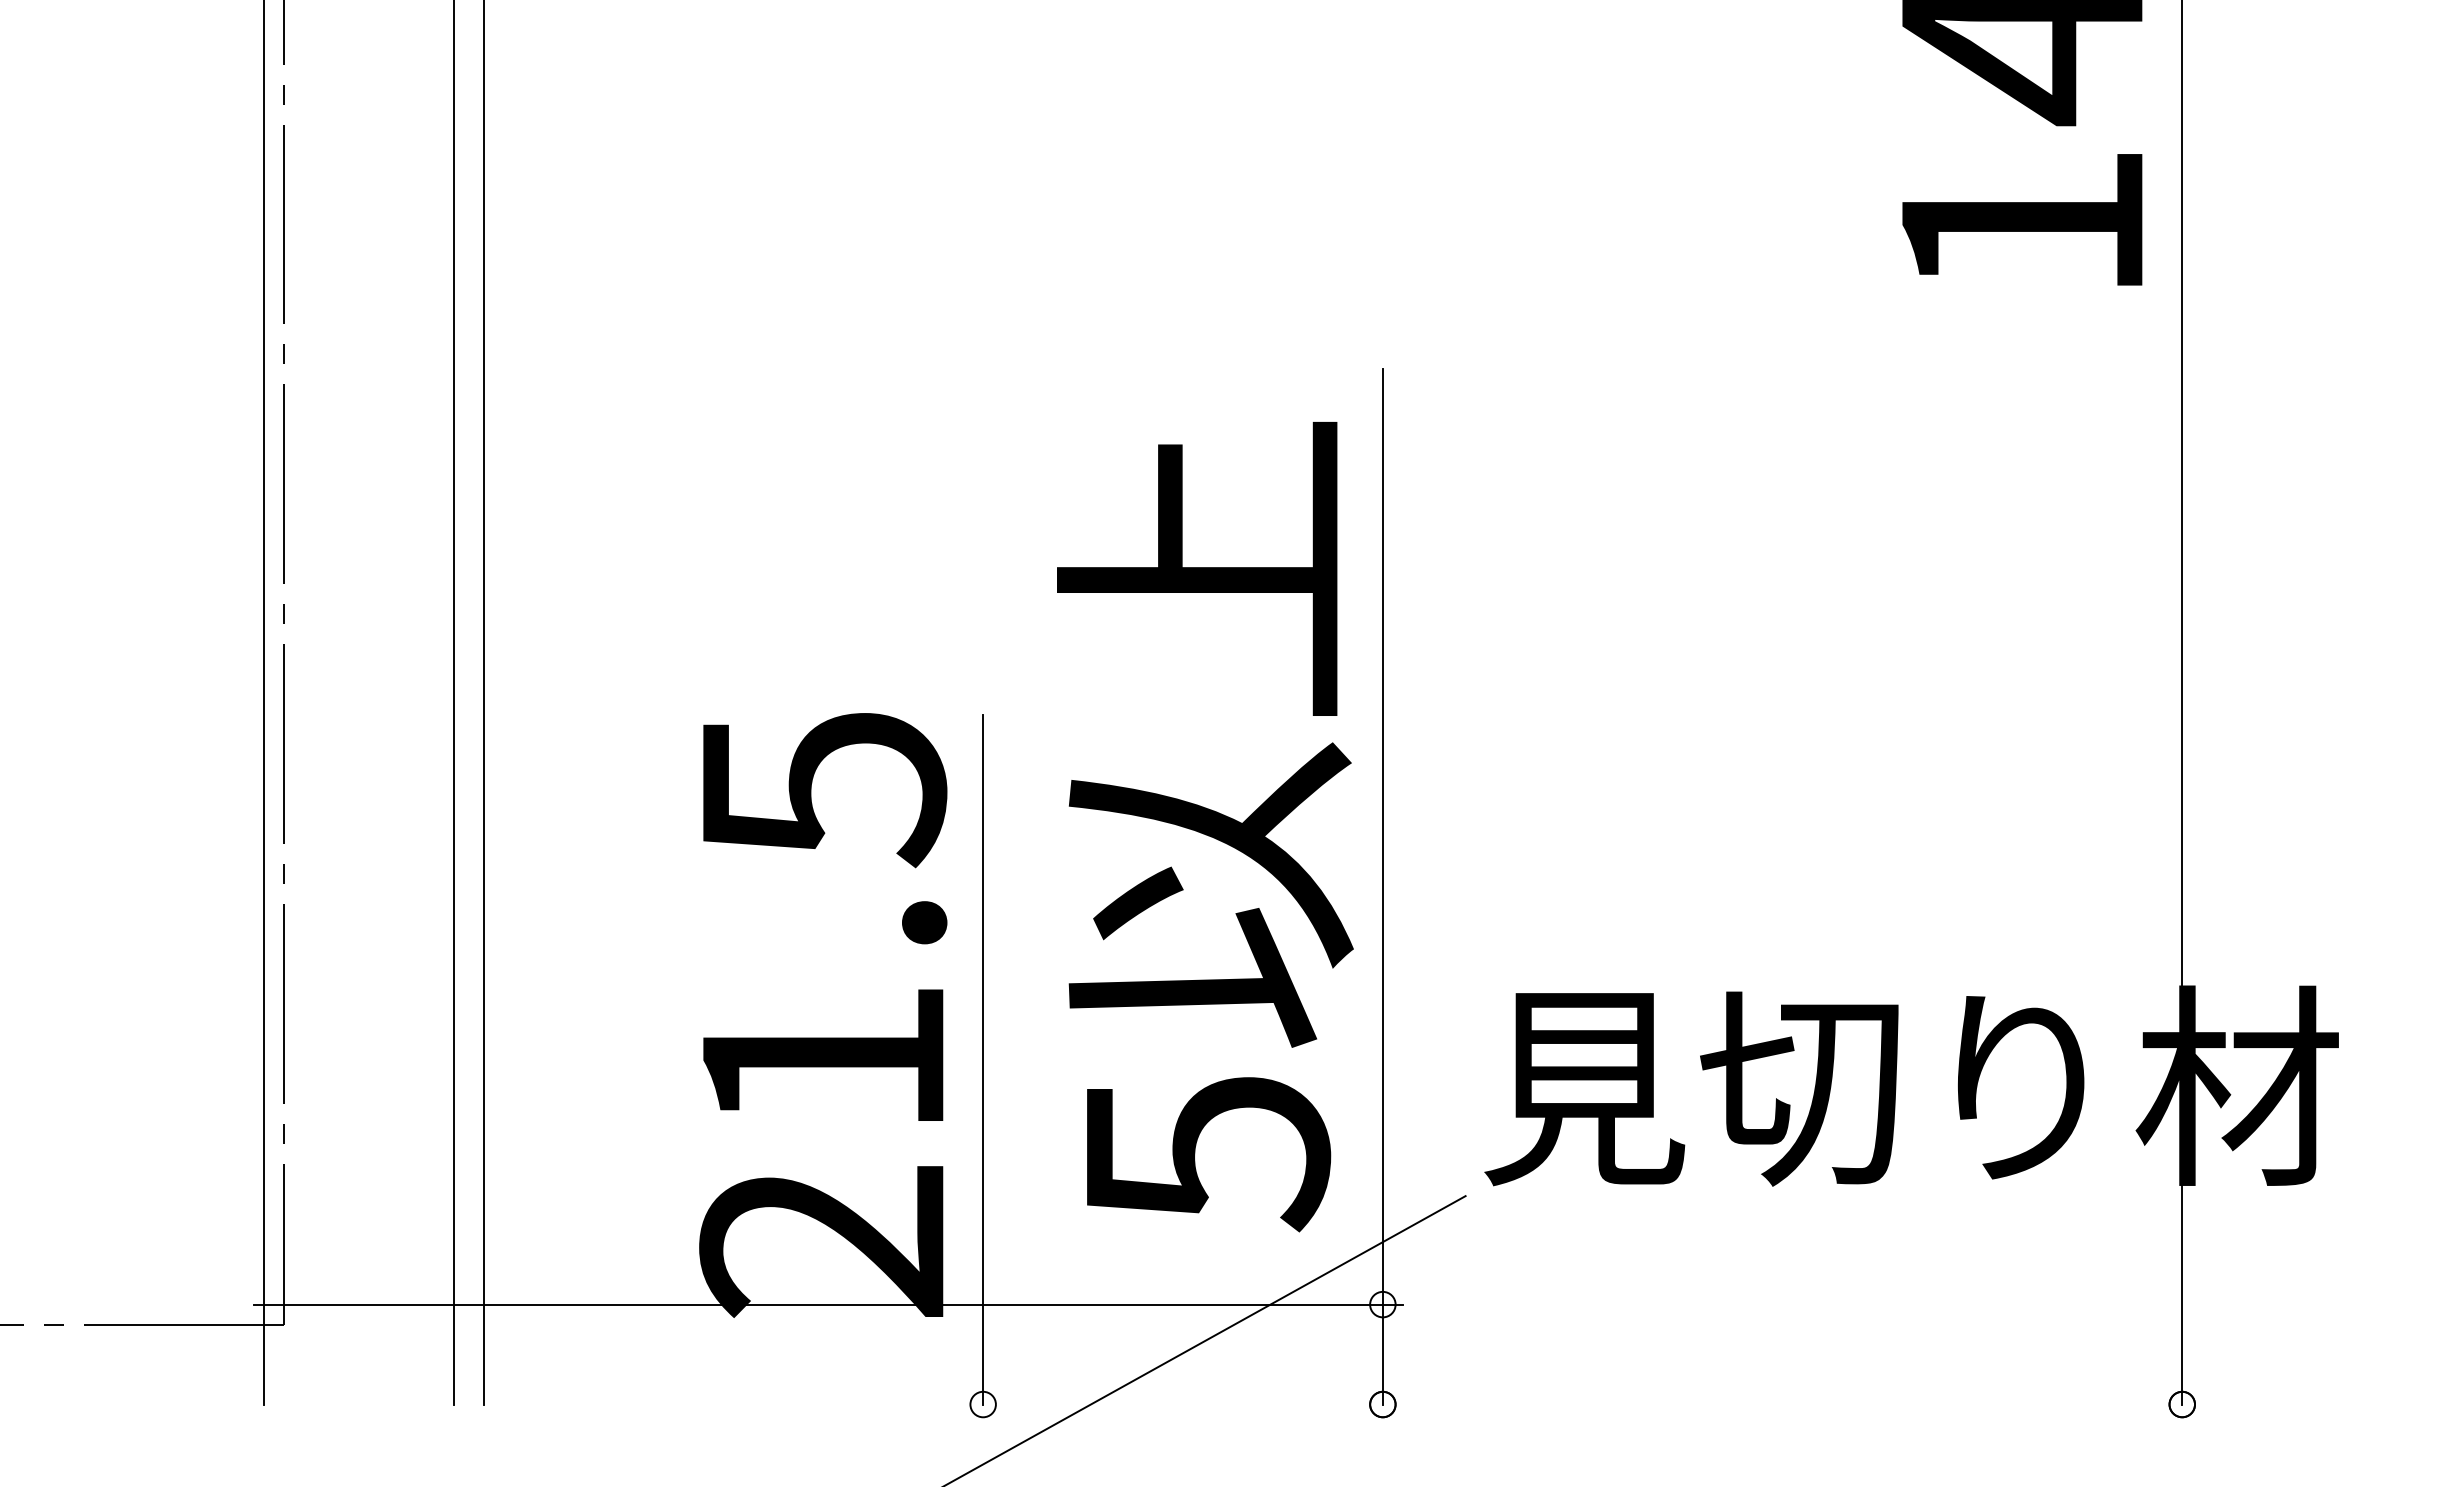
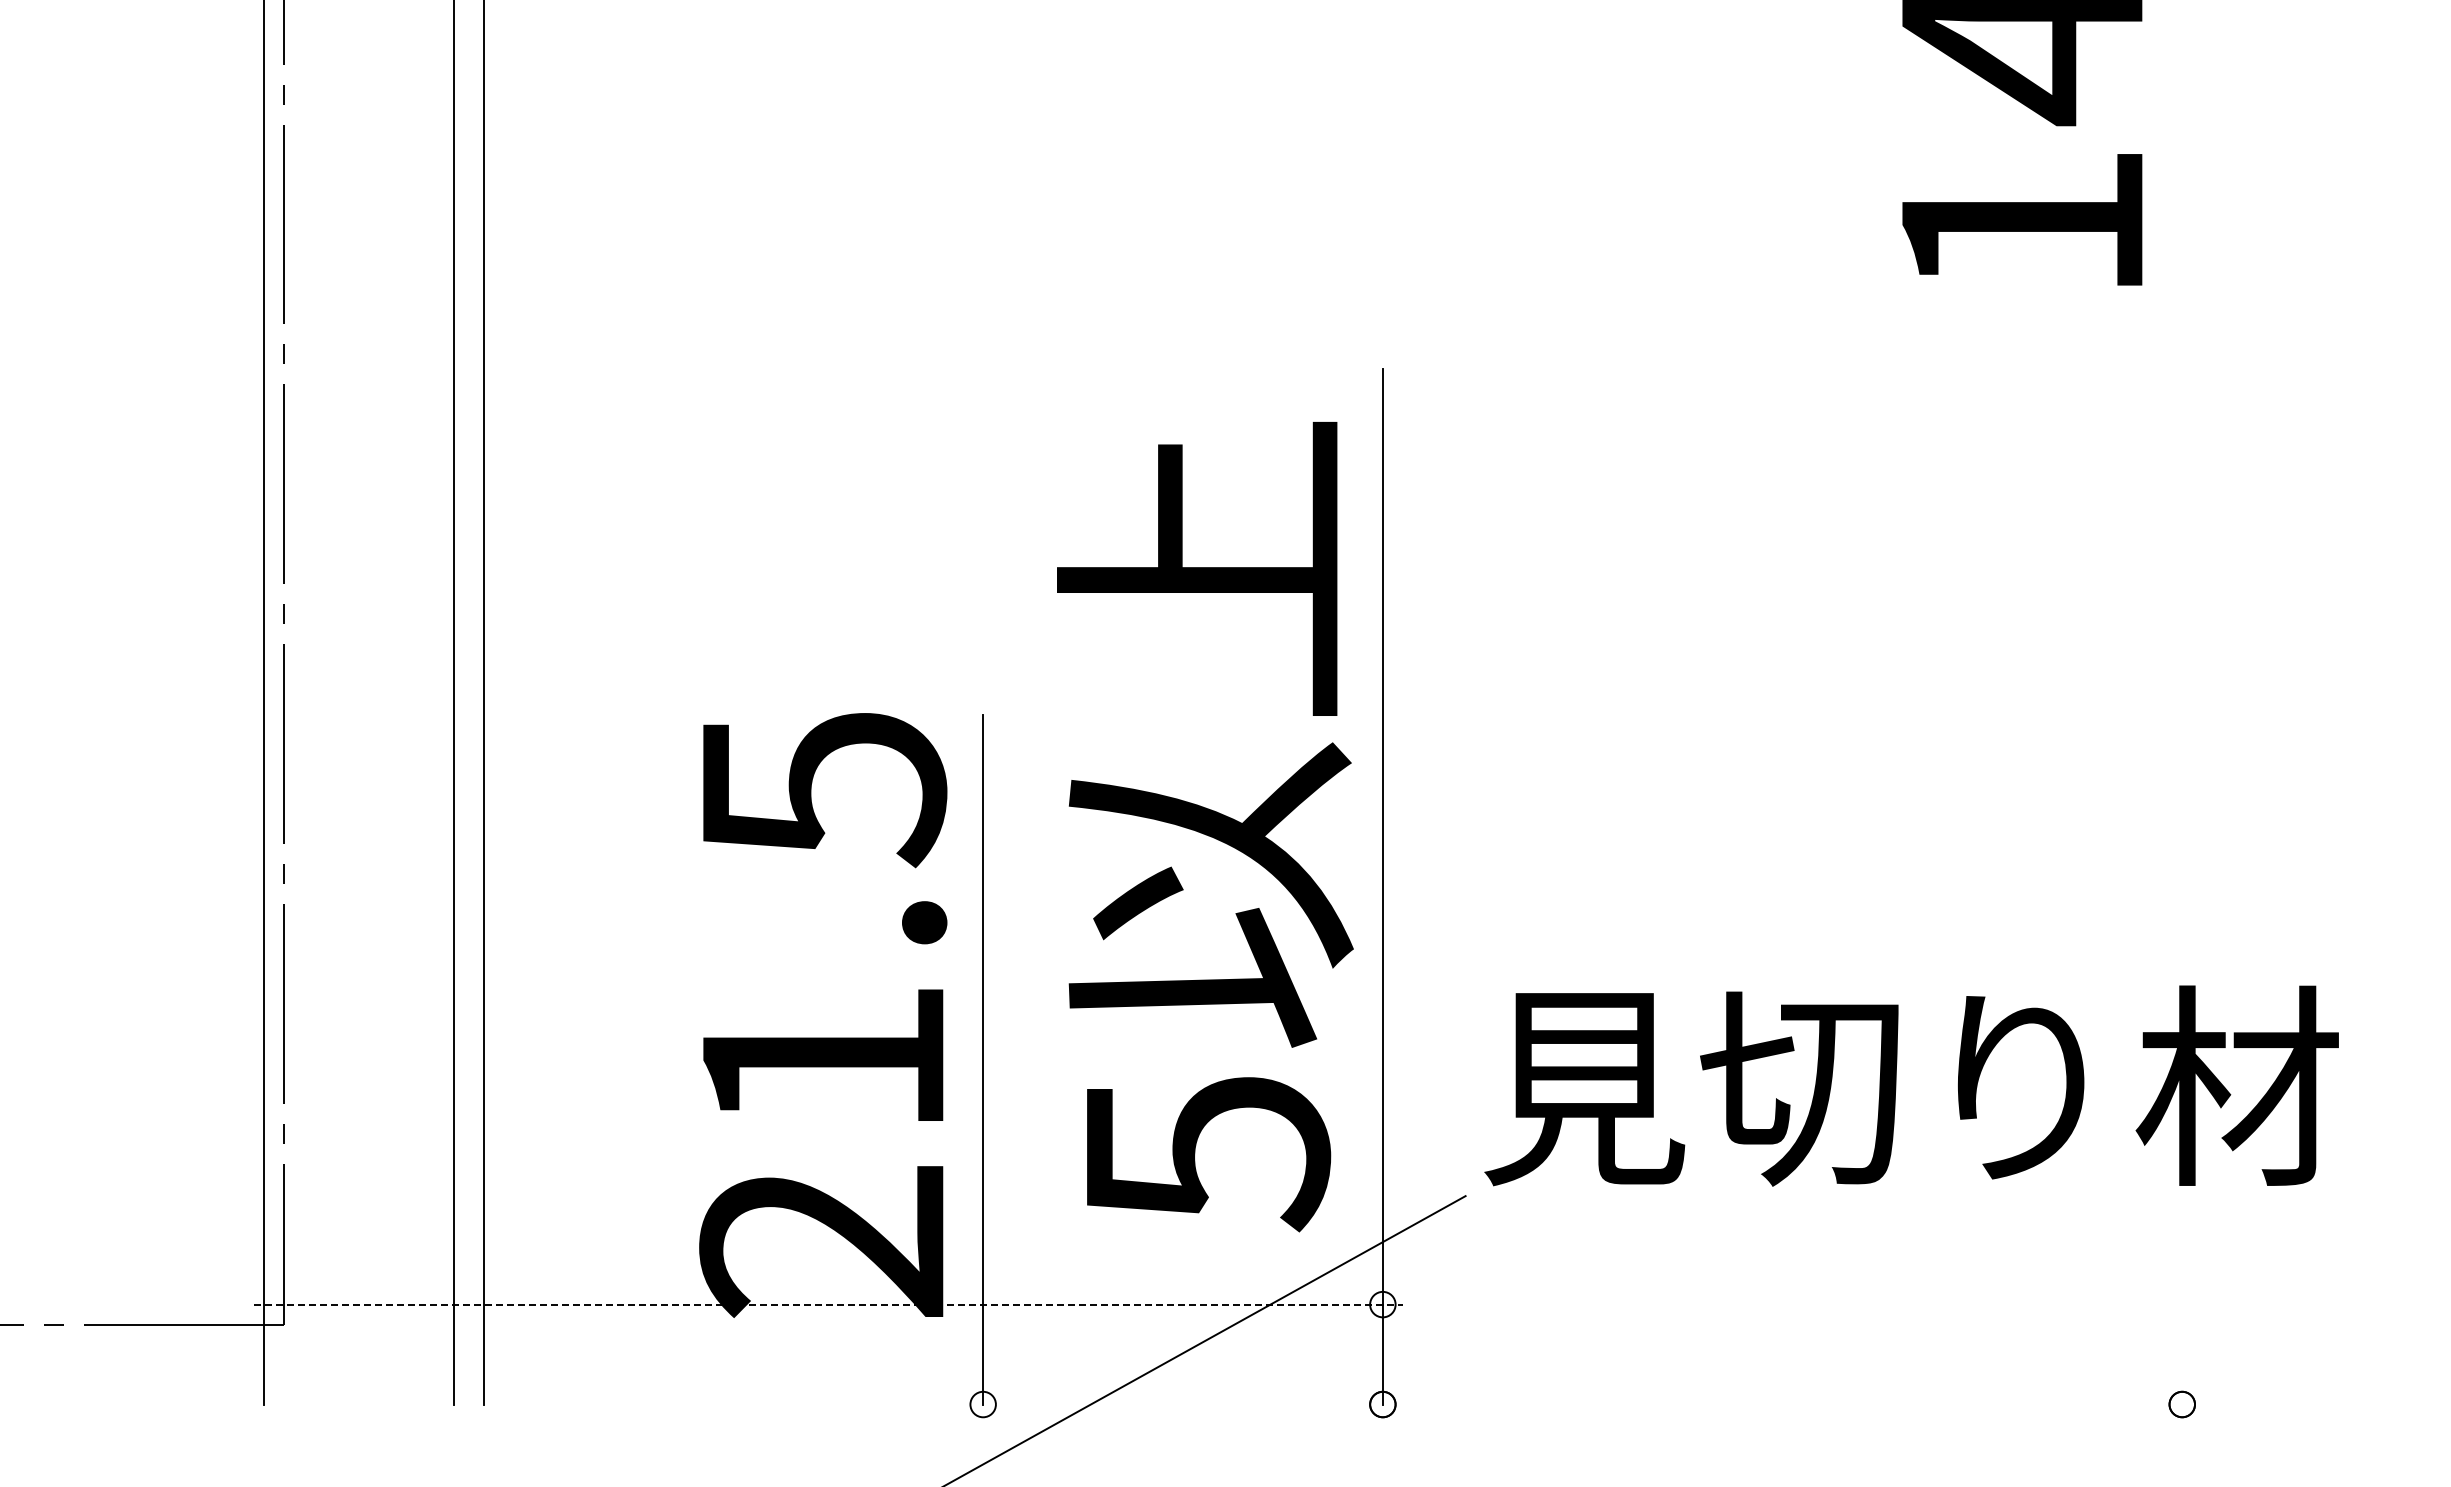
line at (2182, 703): present -> none
line at (828, 1304): solid -> dashed
